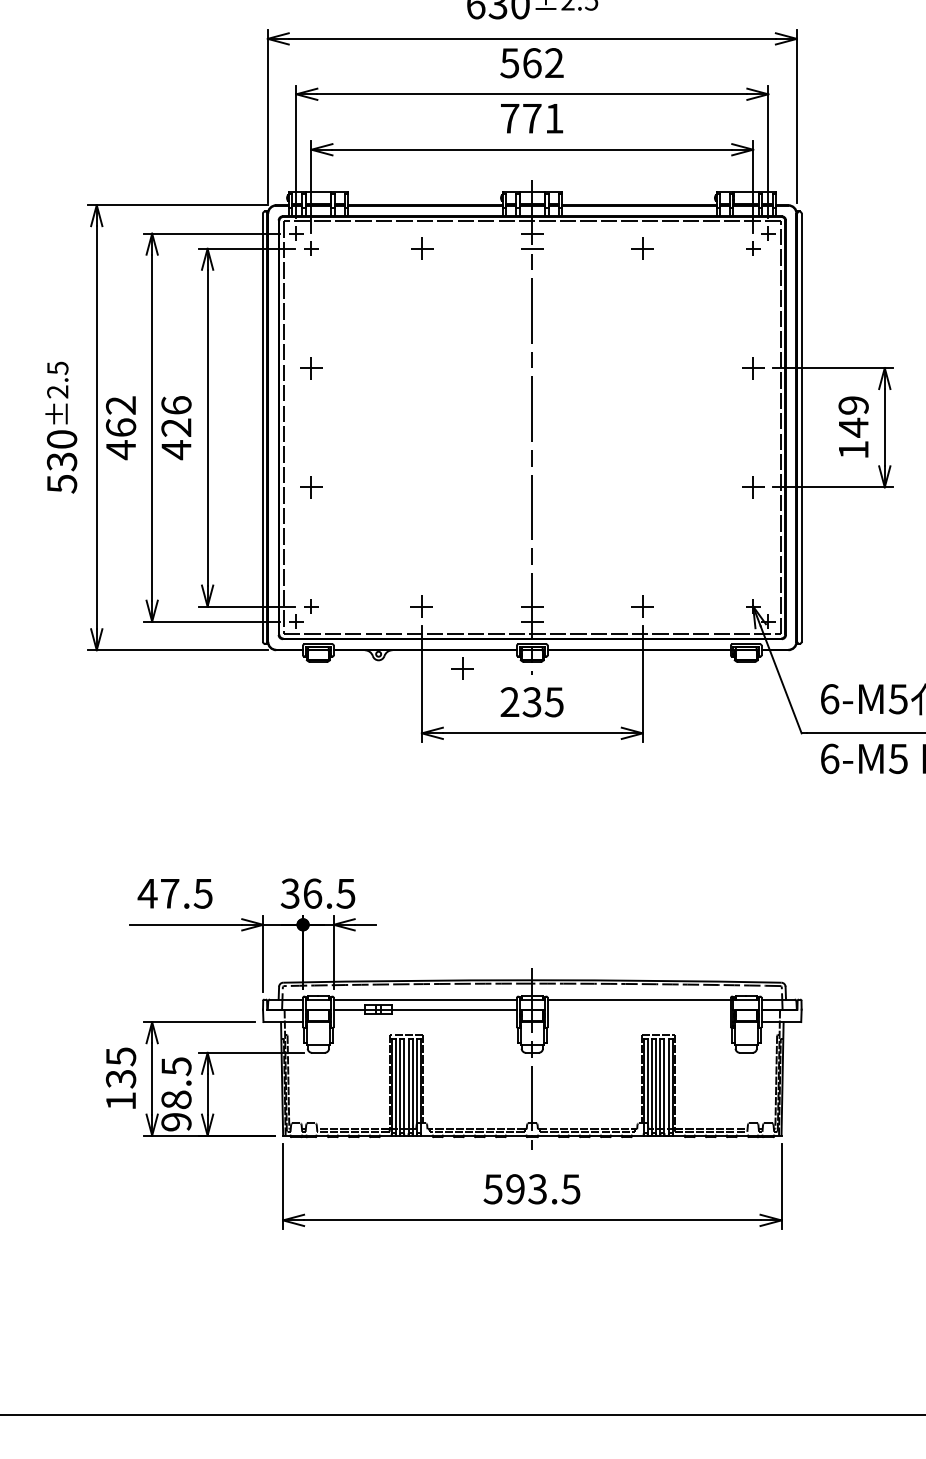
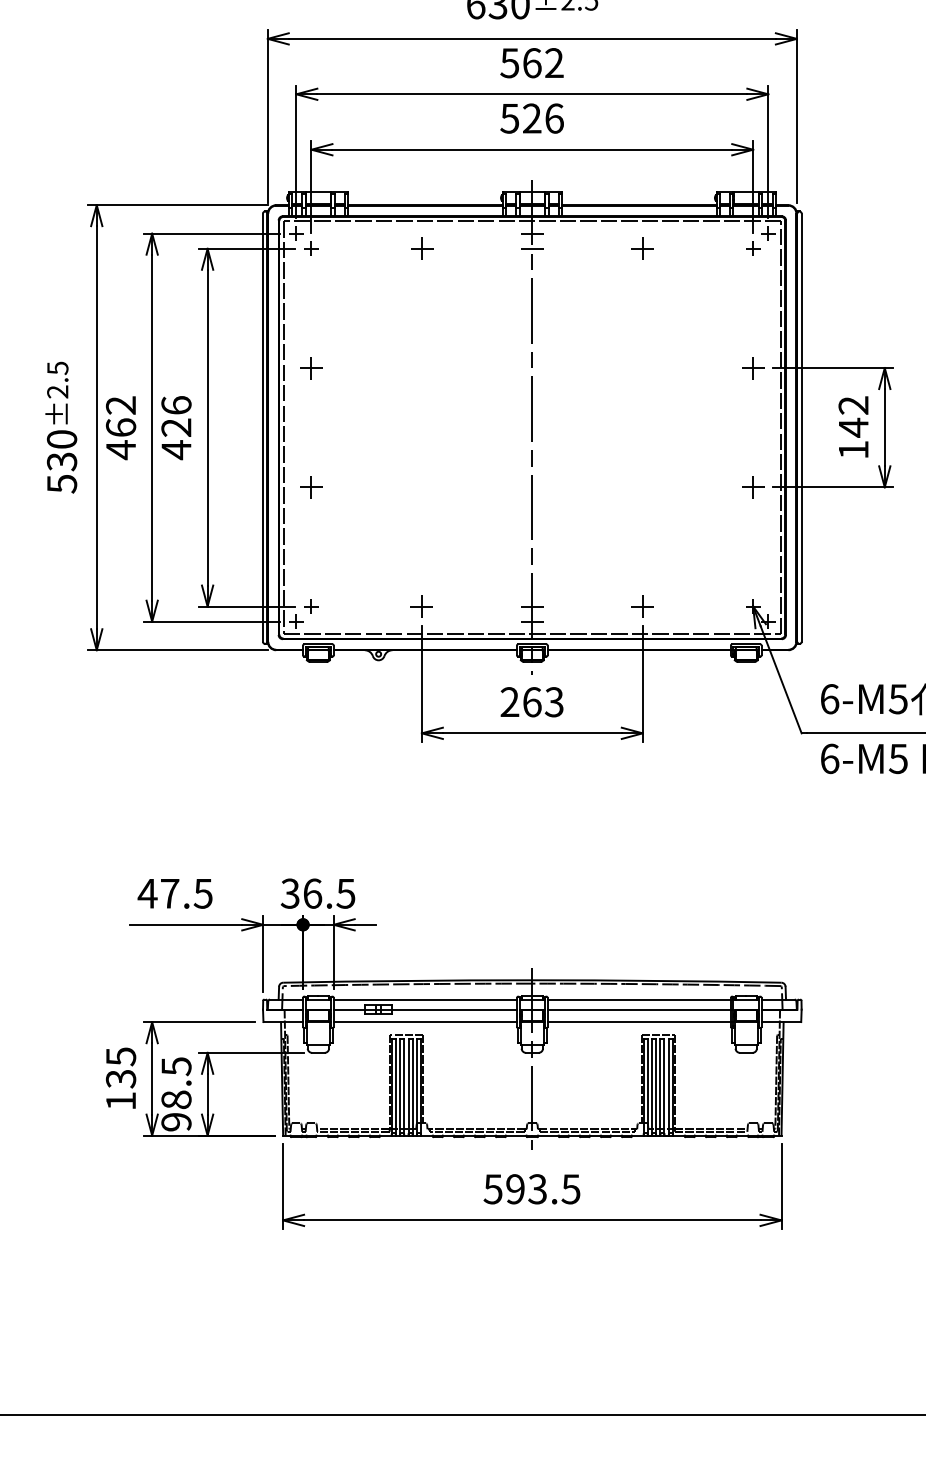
text at (531, 118): 771 -> 526
text at (853, 405): 149 -> 142
part at (462, 668): present -> none
text at (542, 702): 235 -> 263
line at (638, 1009): none -> present
line at (425, 1022): none -> present
line at (638, 1022): none -> present
